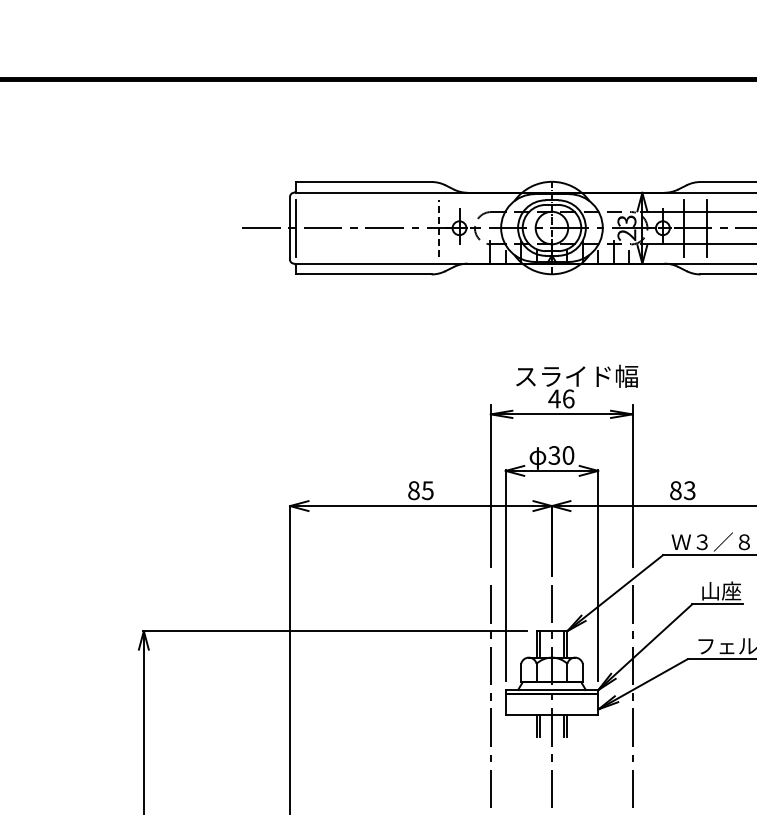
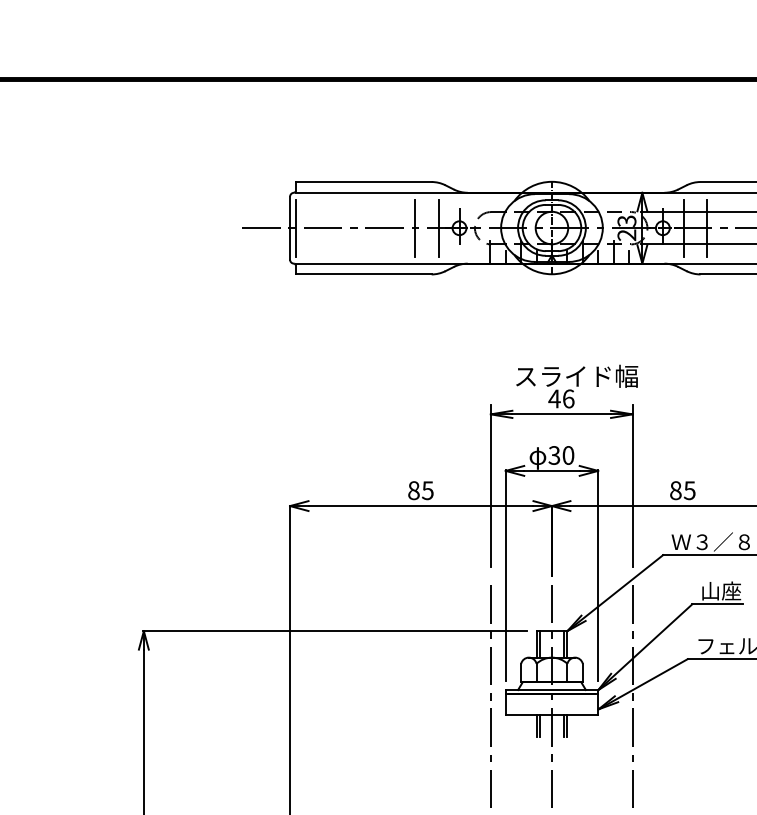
line at (415, 227): none -> present
line at (439, 228): dashed -> solid
text at (689, 490): 83 -> 85
